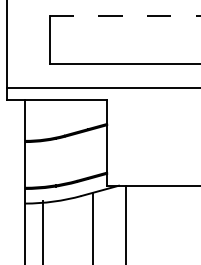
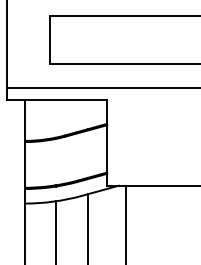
line at (125, 16): dashed -> solid
line at (93, 227) position: (93, 227) -> (88, 227)
line at (42, 231) position: (42, 231) -> (55, 231)
